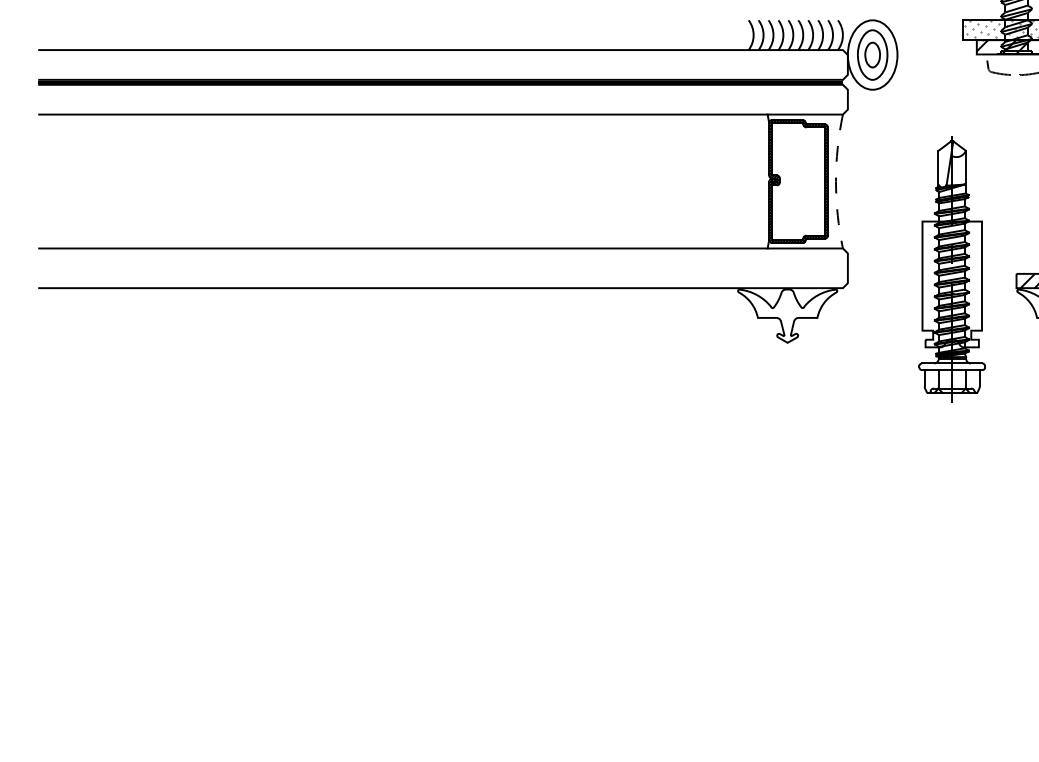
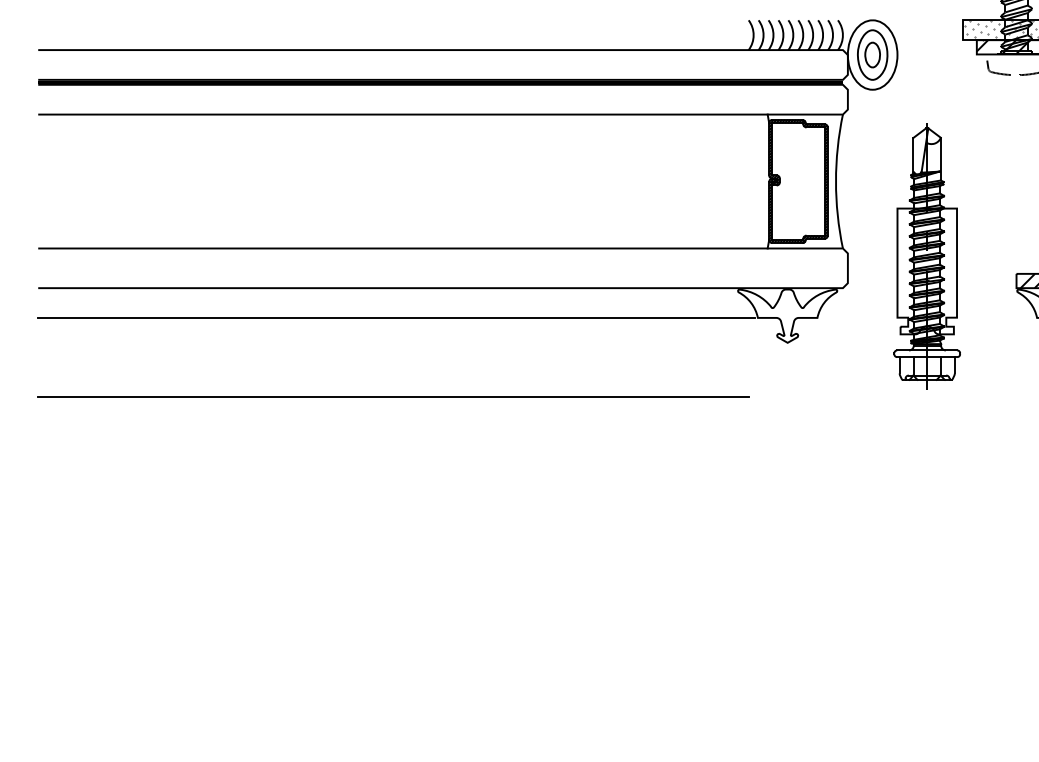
arc at (836, 181): dashed -> solid
part at (951, 269) position: (951, 269) -> (926, 256)
line at (396, 317): none -> present
line at (393, 397): none -> present
